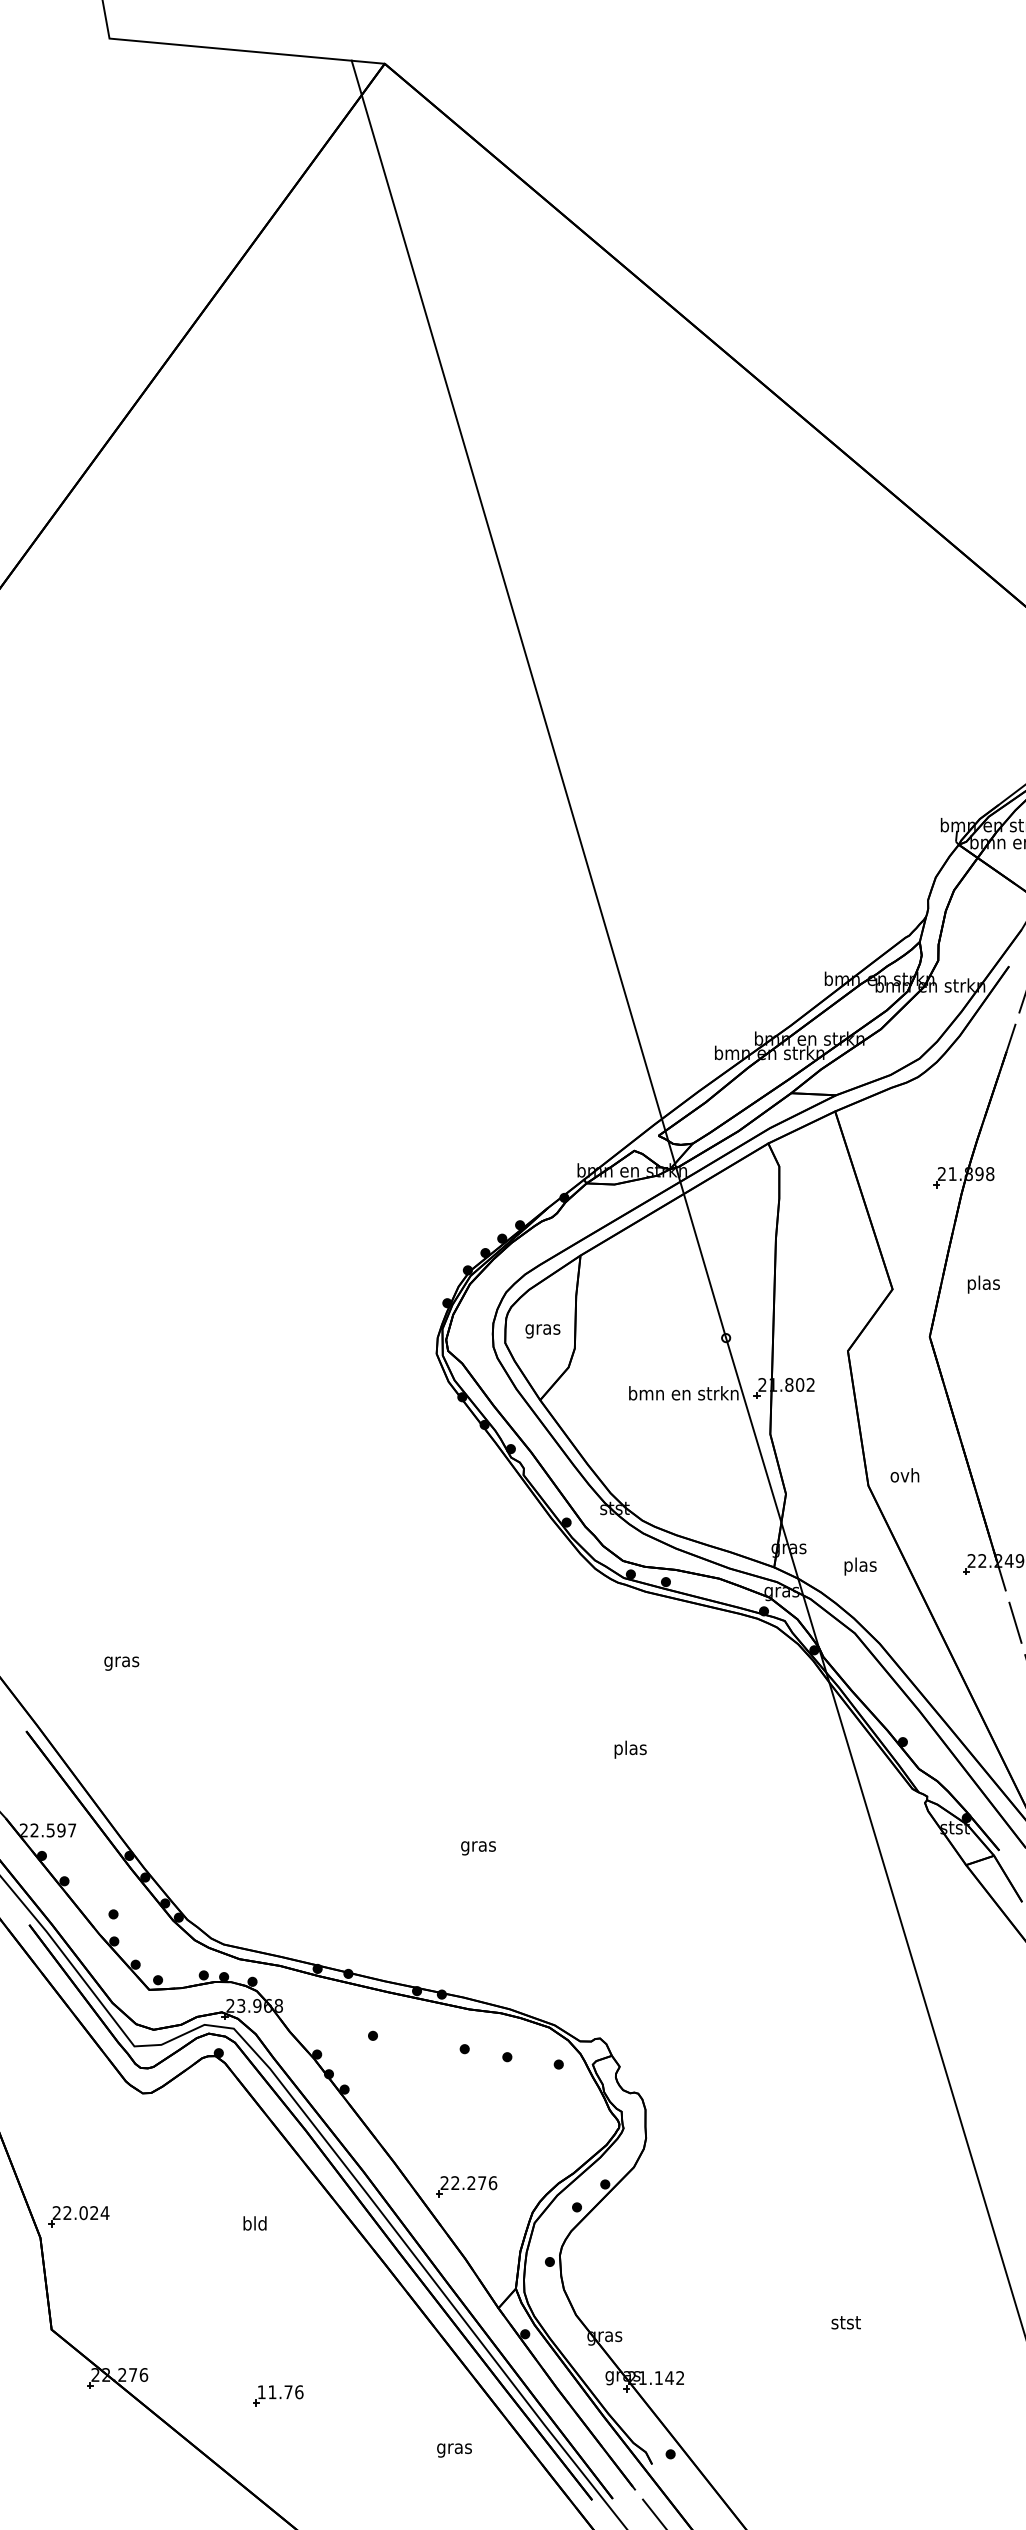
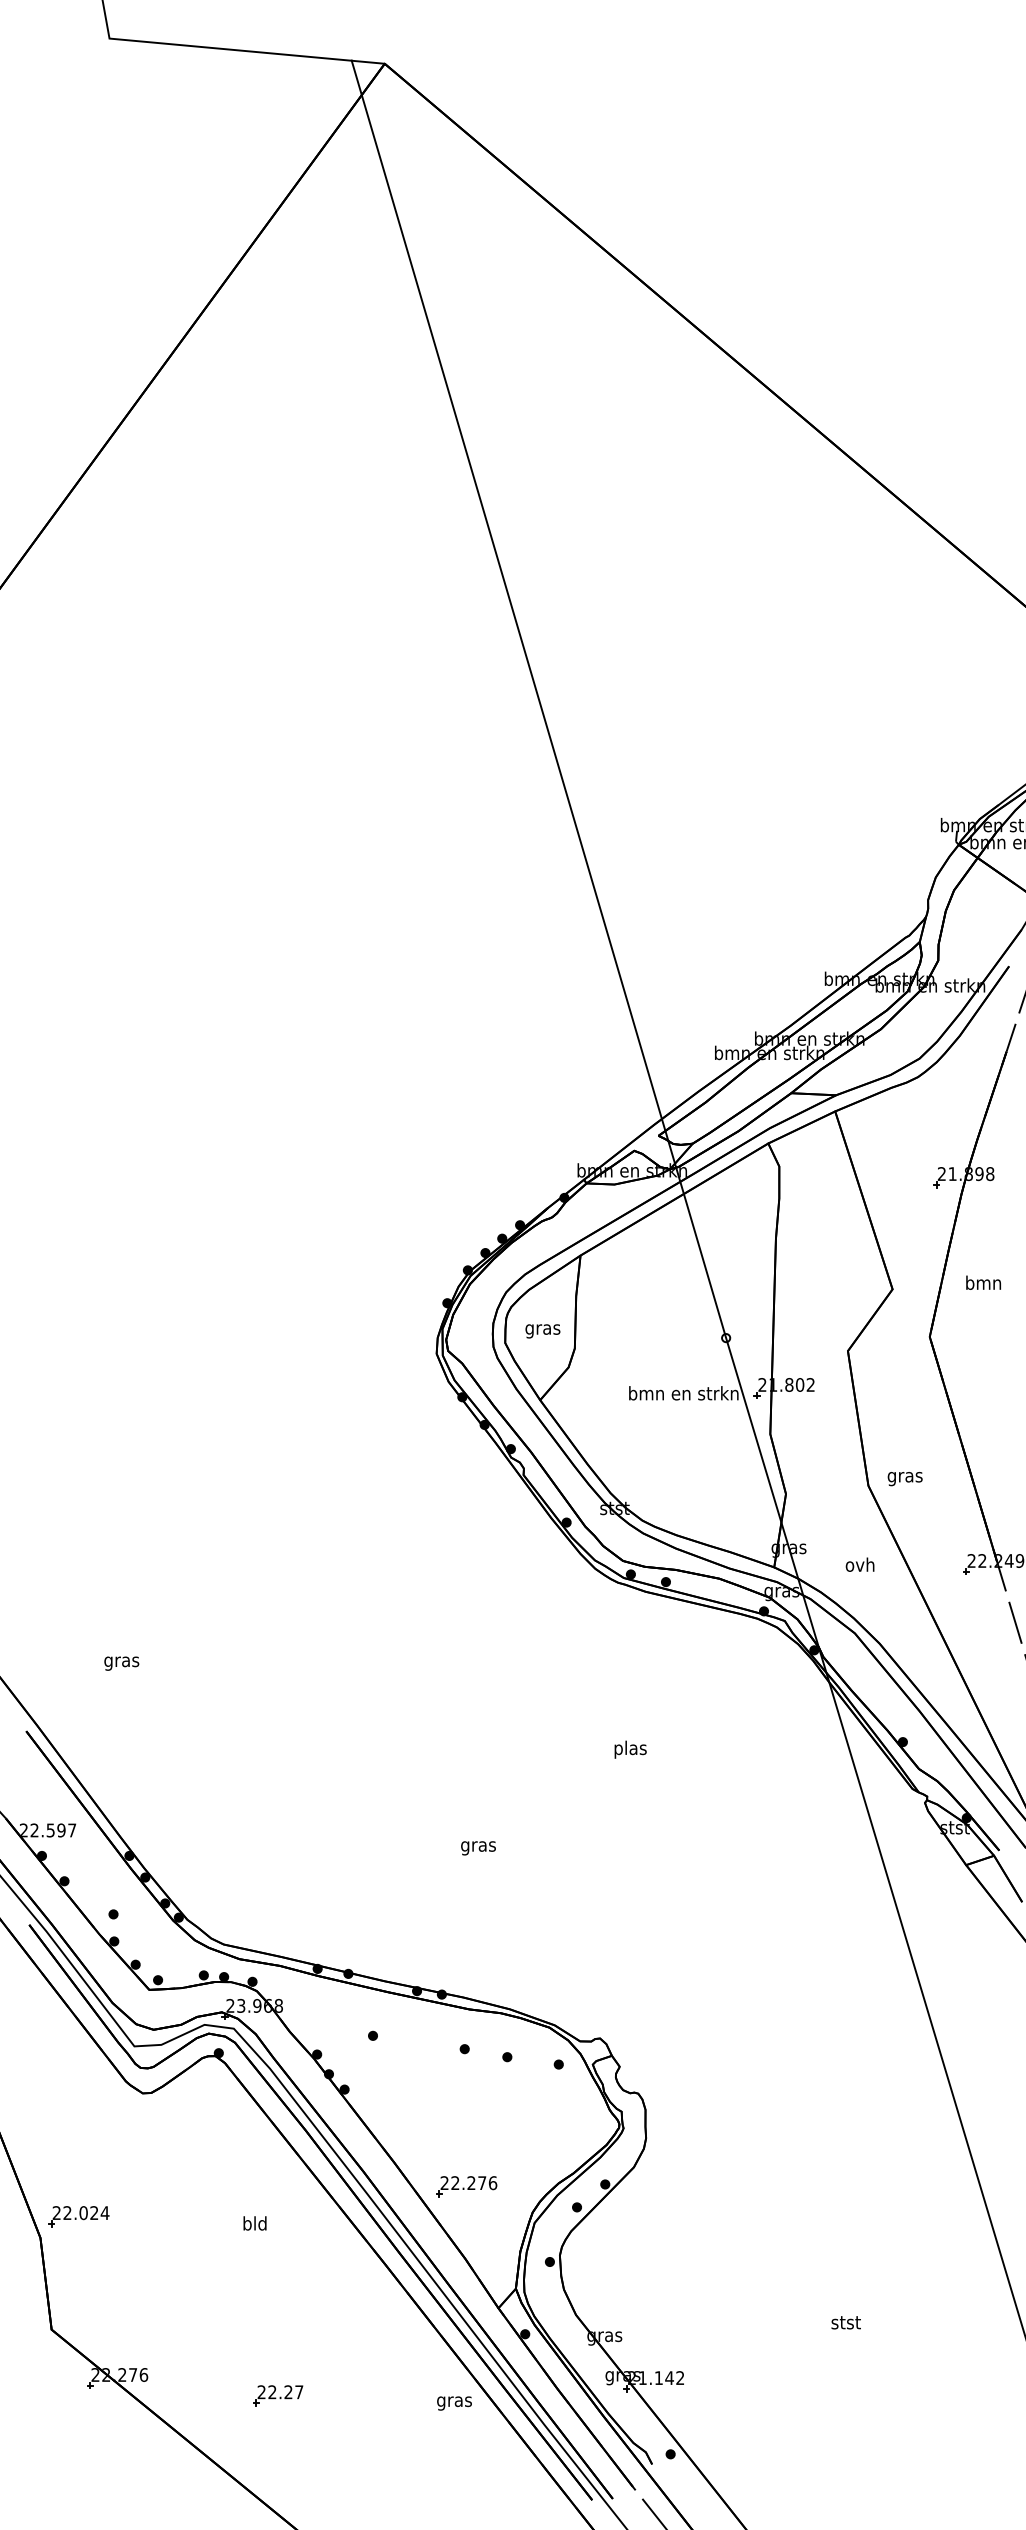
text at (983, 1284): plas -> bmn
text at (904, 1477): ovh -> gras
text at (860, 1566): plas -> ovh
text at (280, 2392): 11.76 -> 22.27
text at (454, 2450) position: (454, 2450) -> (454, 2403)
